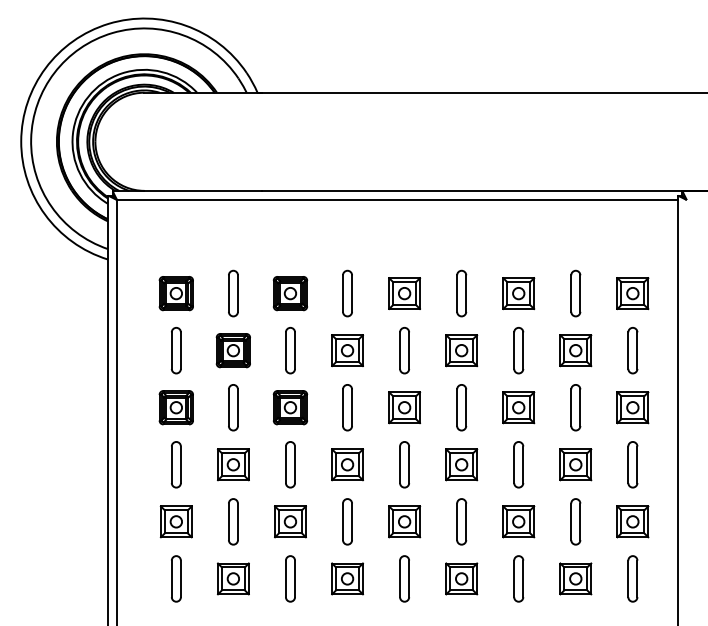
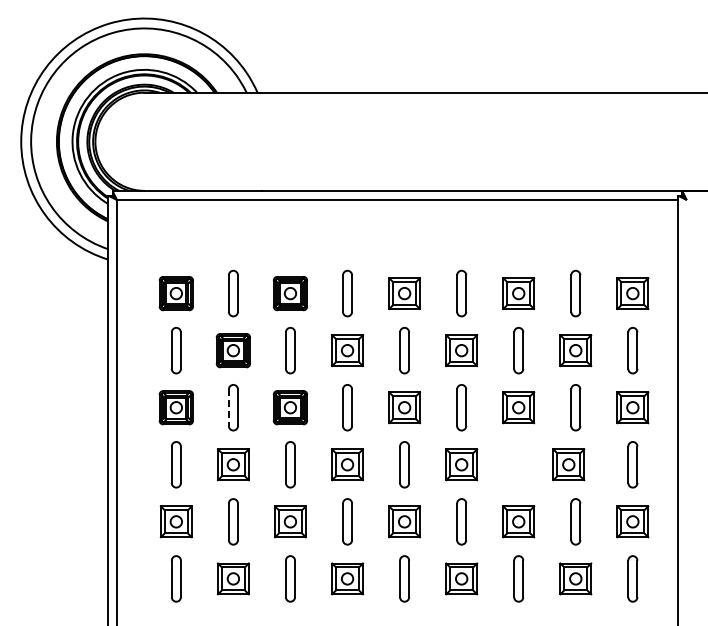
line at (228, 408): solid -> dashed
part at (518, 464): present -> none
part at (575, 464) position: (575, 464) -> (568, 464)
